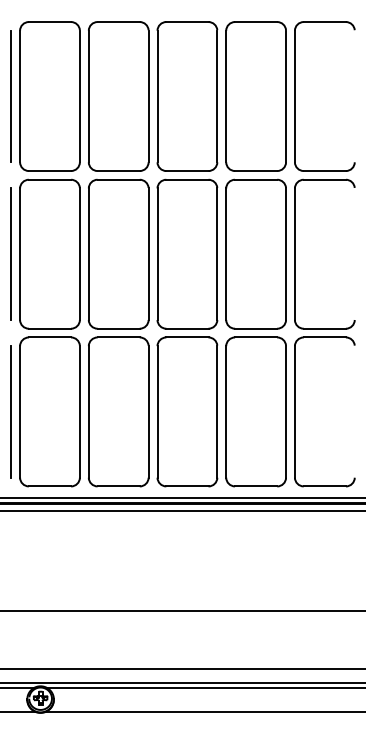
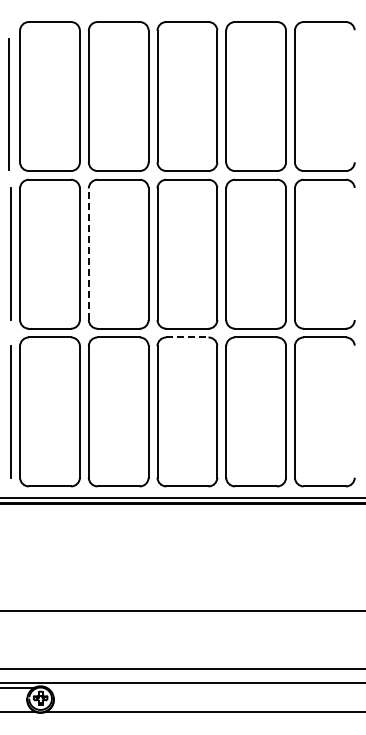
line at (10, 96) position: (10, 96) -> (8, 104)
line at (88, 254): solid -> dashed
line at (187, 337): solid -> dashed
line at (182, 510): present -> none
line at (204, 687): present -> none
